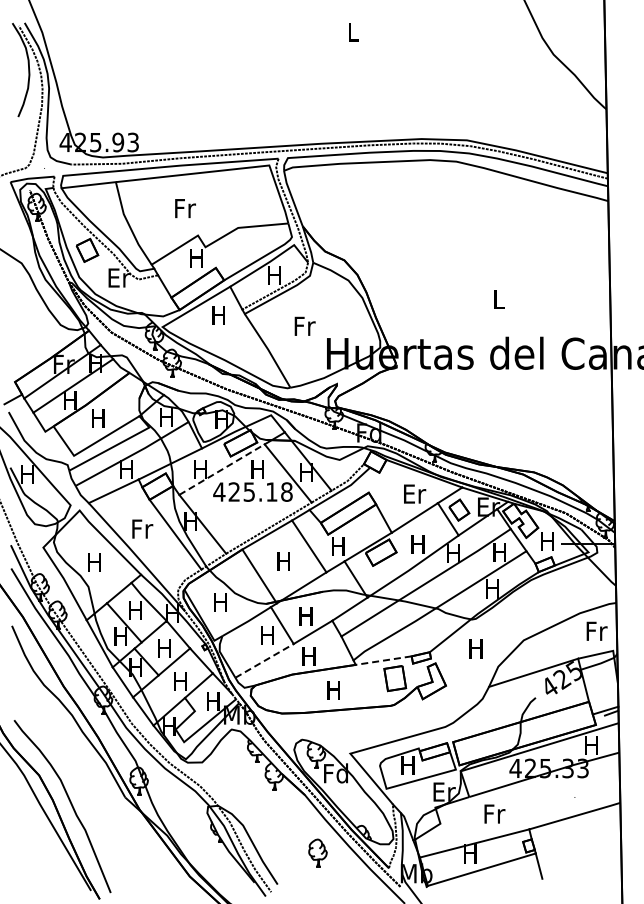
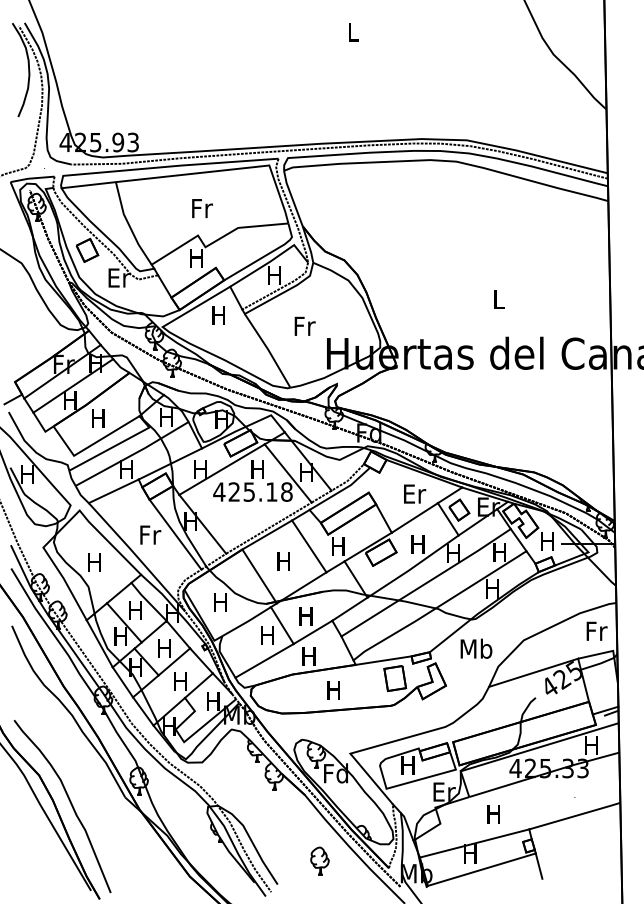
text at (185, 208) position: (185, 208) -> (202, 208)
line at (222, 469): dashed -> solid
text at (142, 528) position: (142, 528) -> (150, 534)
text at (476, 648): H -> Mb
line at (264, 660): dashed -> solid
line at (383, 660): dashed -> solid
text at (494, 813): Fr -> H
part at (317, 852) position: (317, 852) -> (319, 860)
